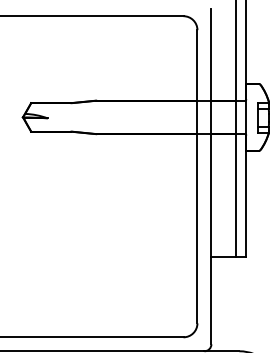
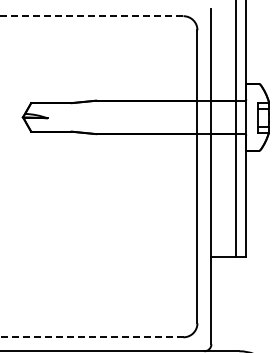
line at (91, 16): solid -> dashed
line at (91, 337): solid -> dashed
